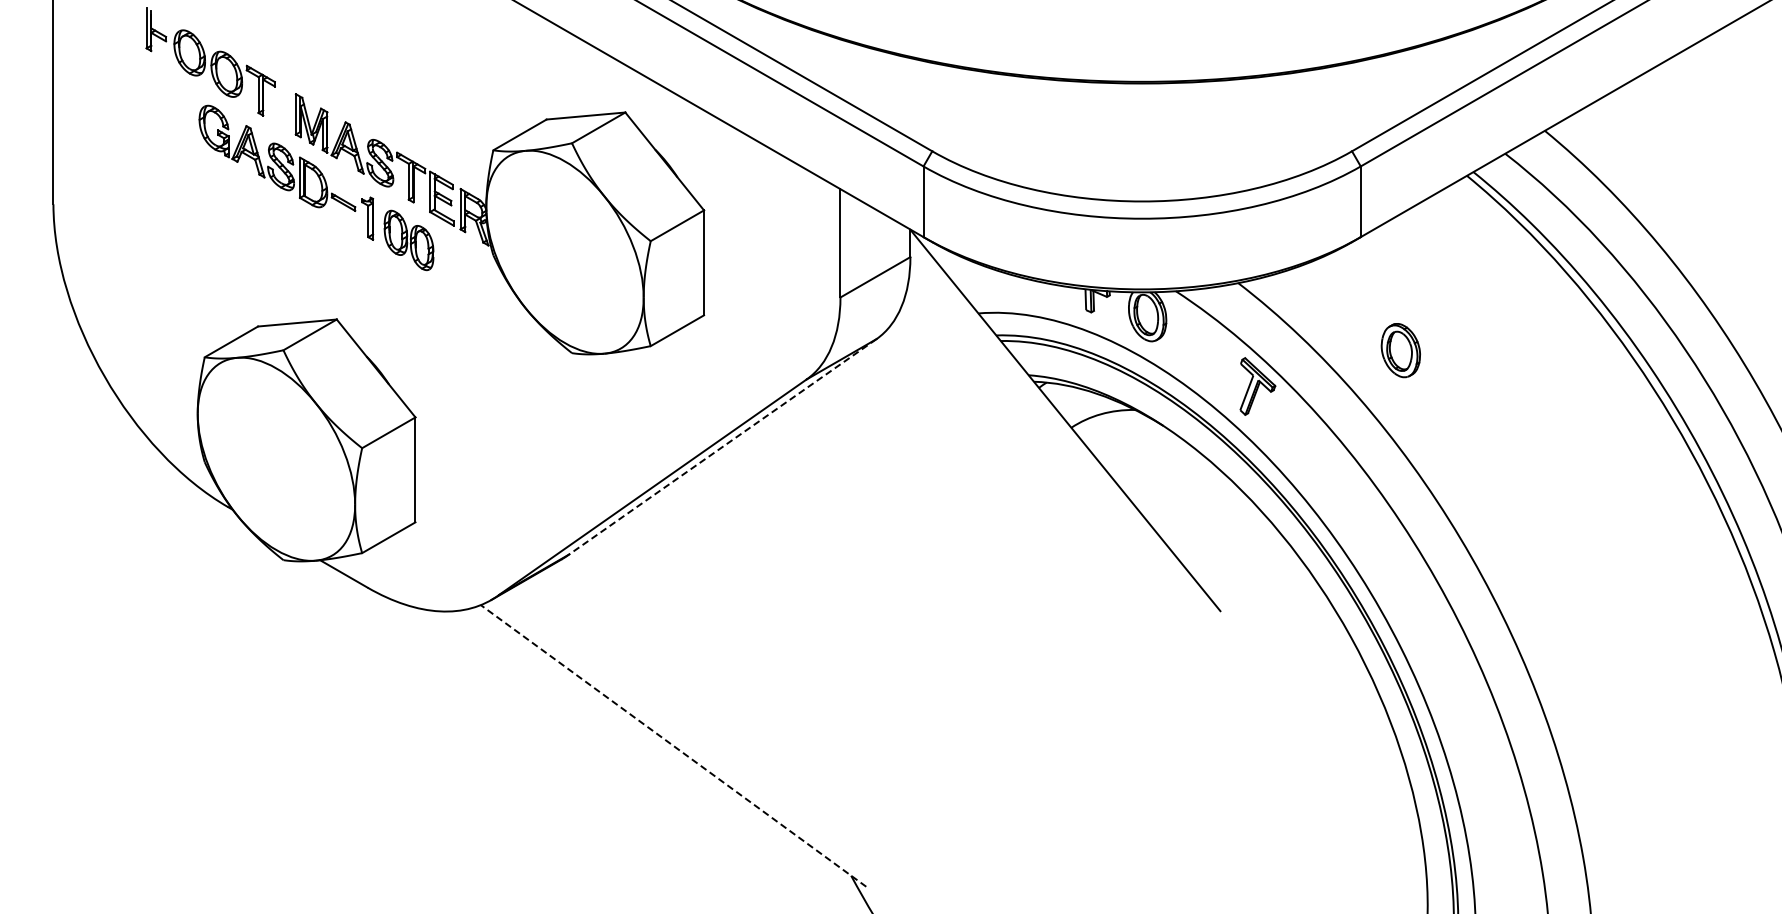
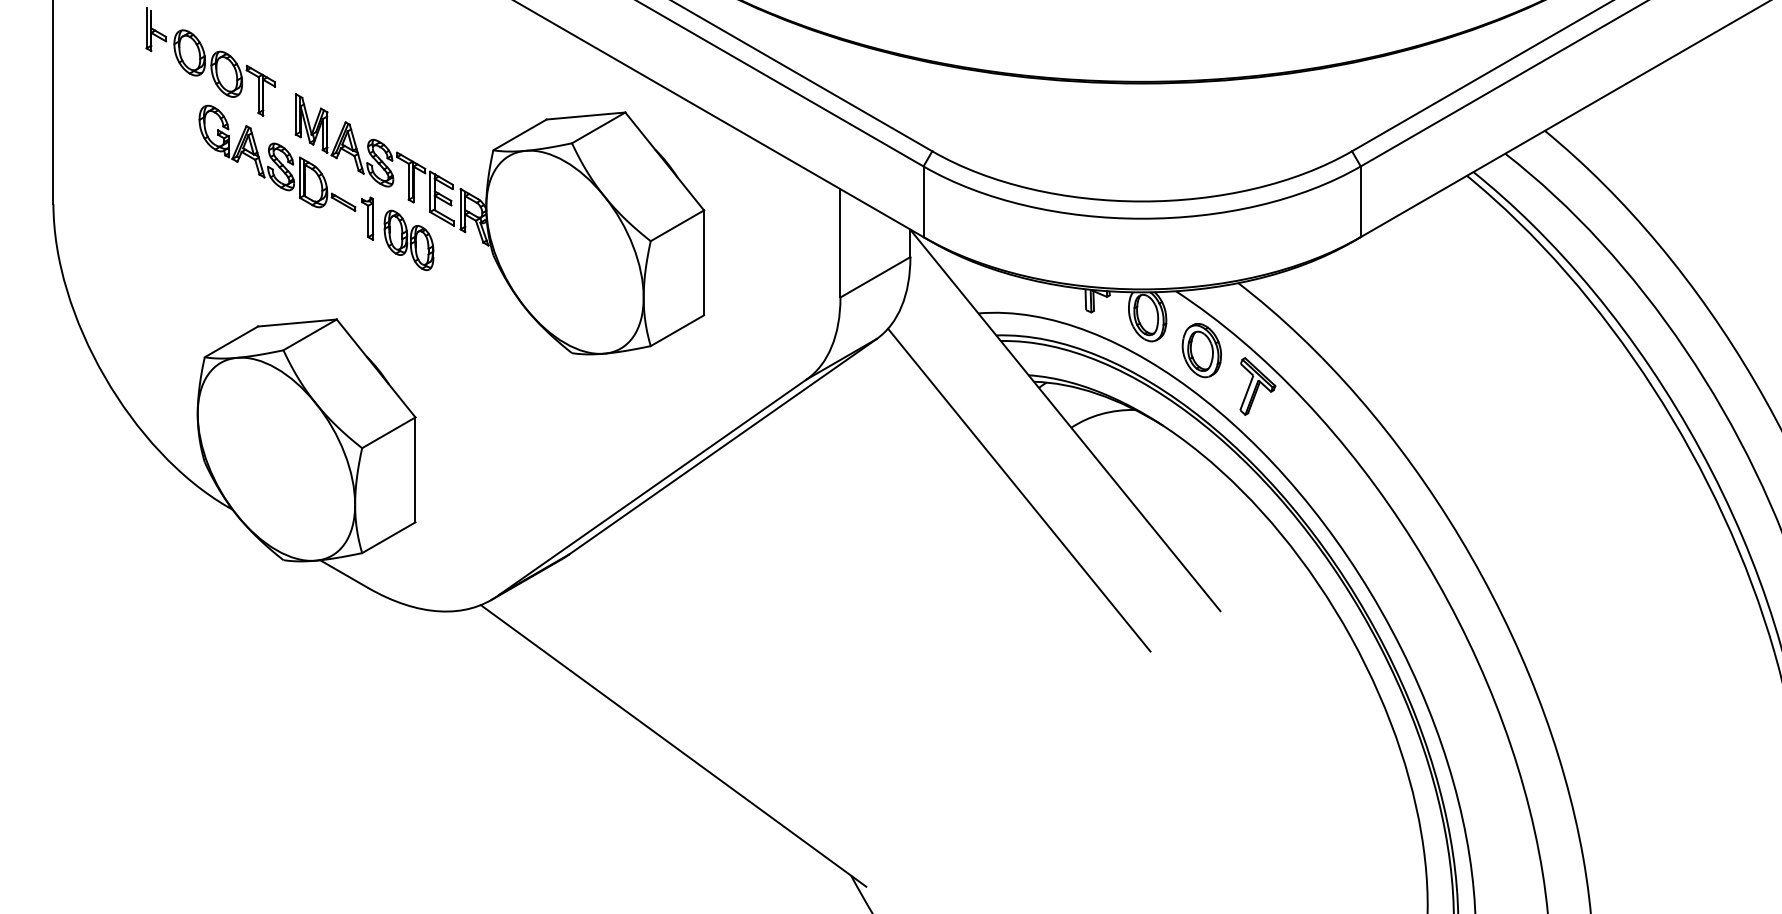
part at (1400, 350) position: (1400, 350) -> (1201, 350)
line at (722, 446): dashed -> solid
line at (1019, 489): none -> present
line at (673, 745): dashed -> solid
